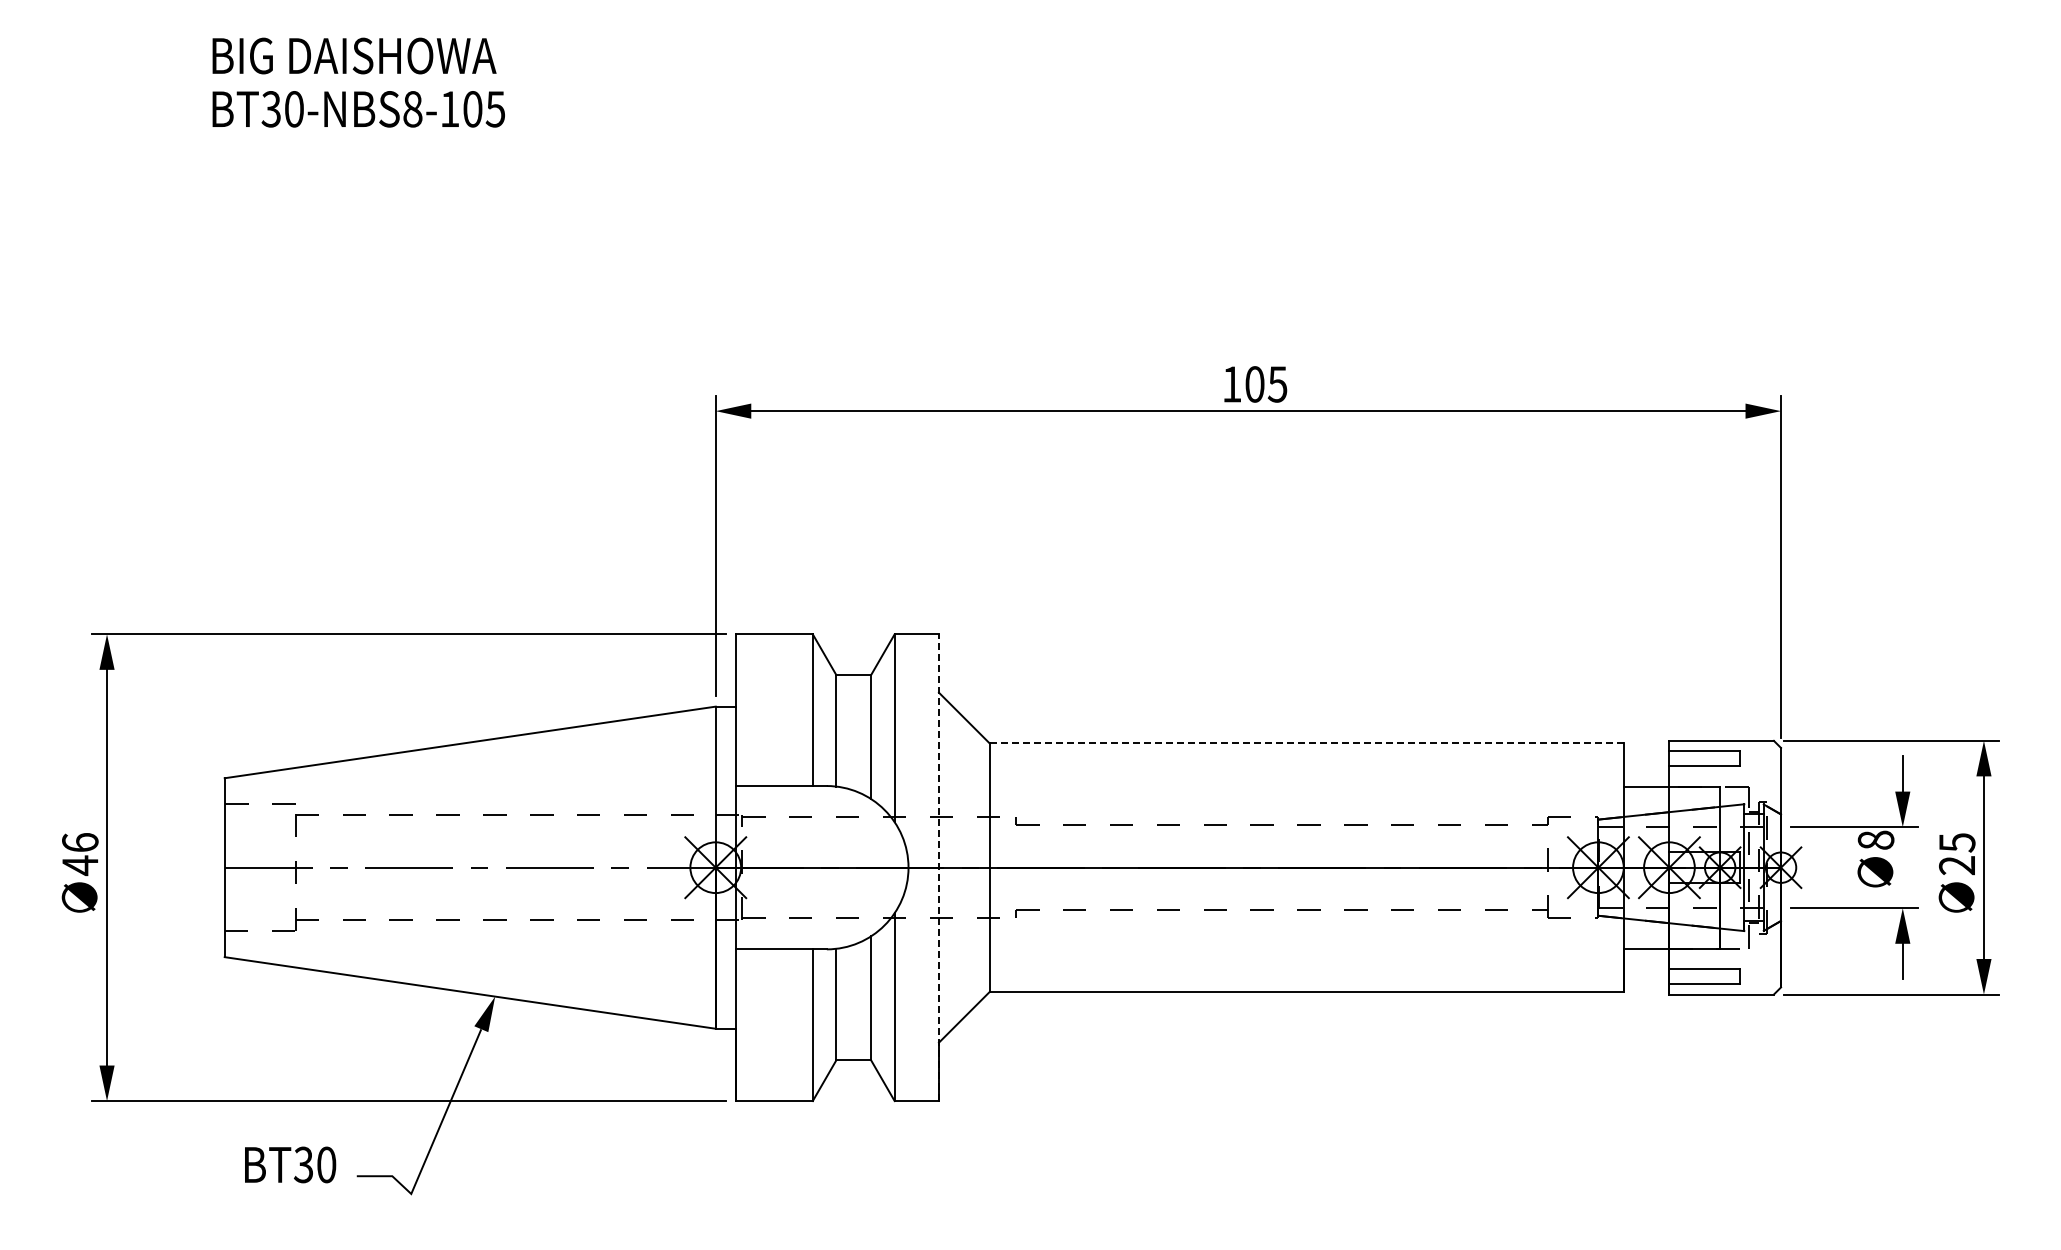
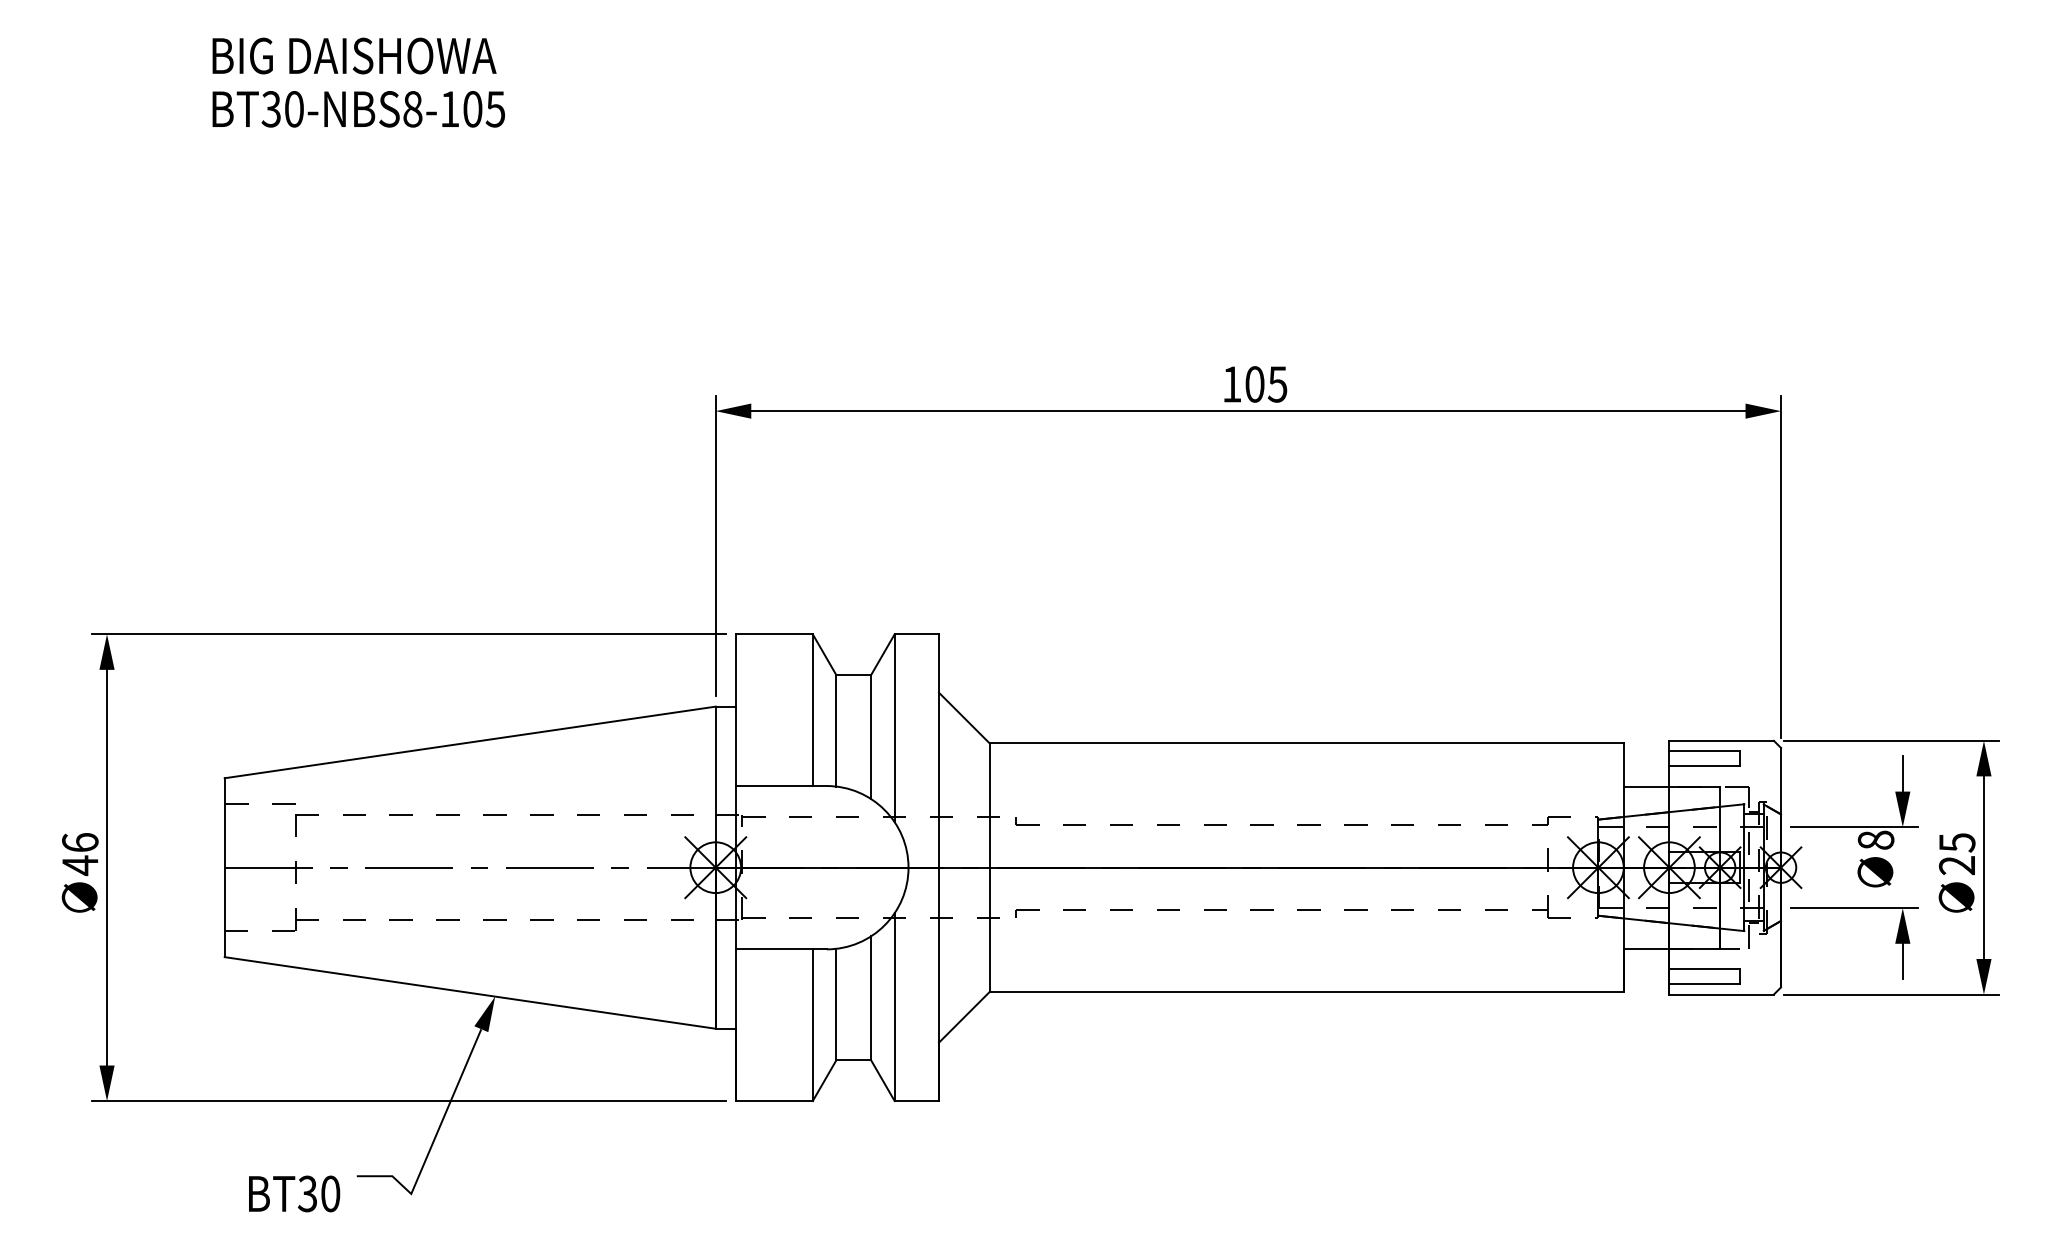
line at (1307, 743): dashed -> solid
line at (938, 867): dashed -> solid
text at (290, 1164) position: (290, 1164) -> (294, 1193)
